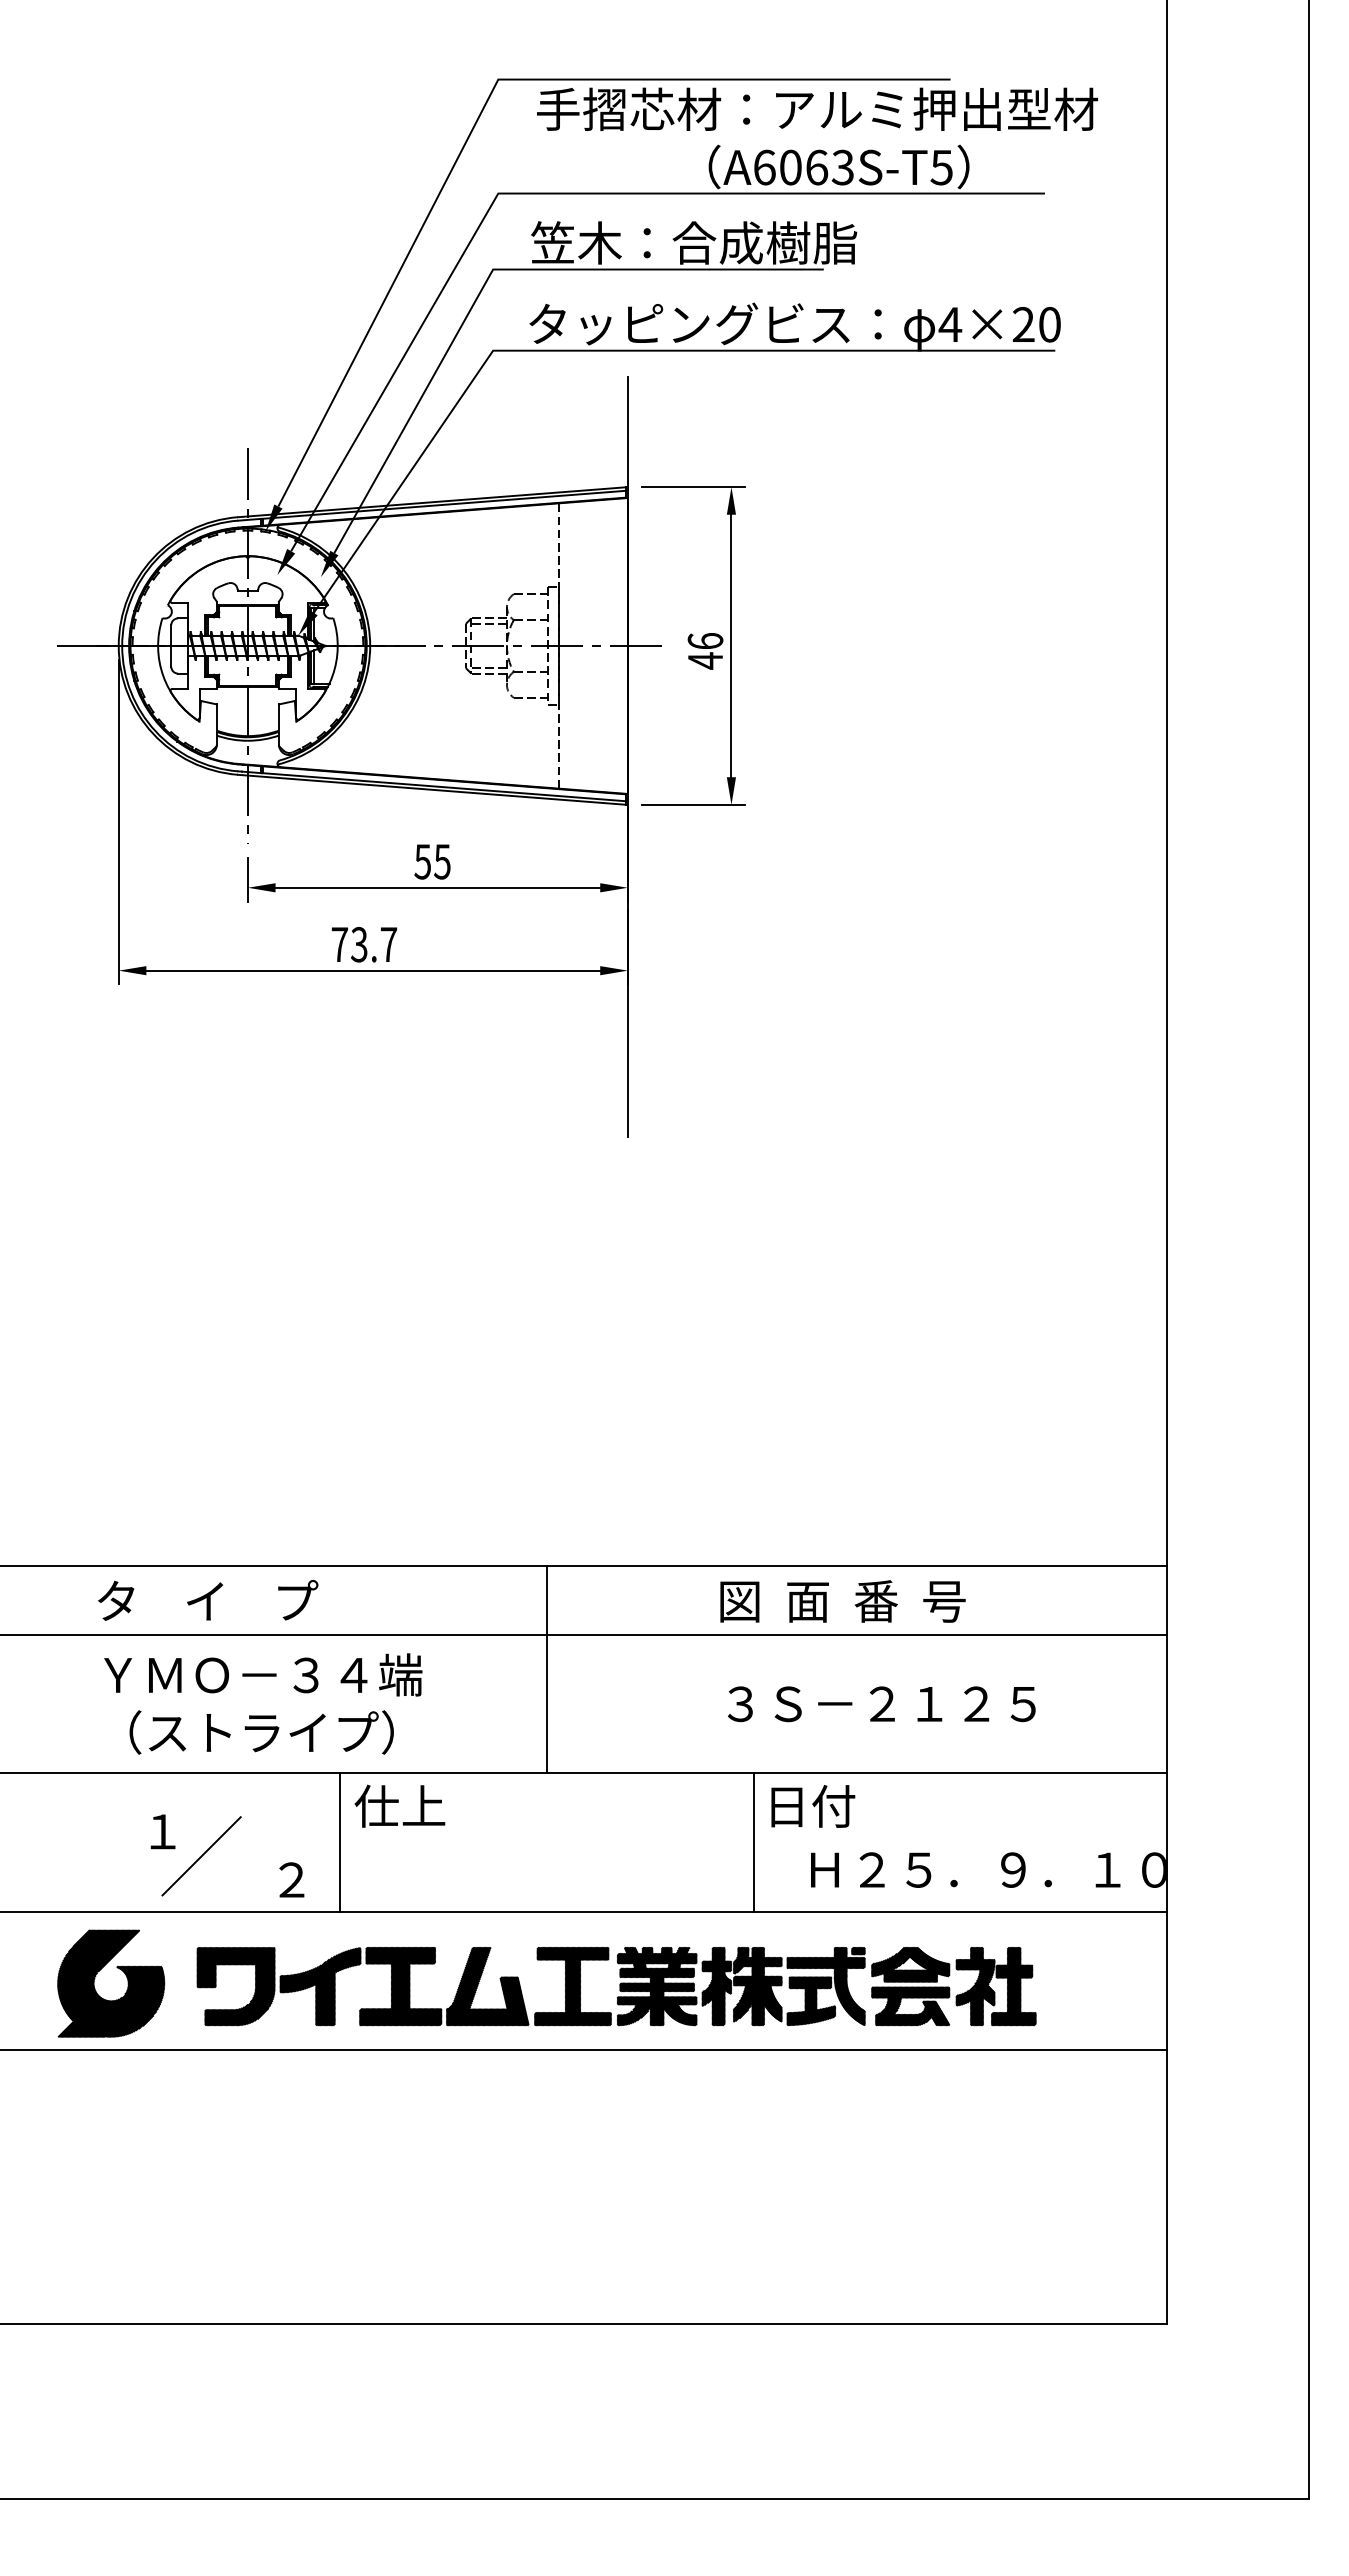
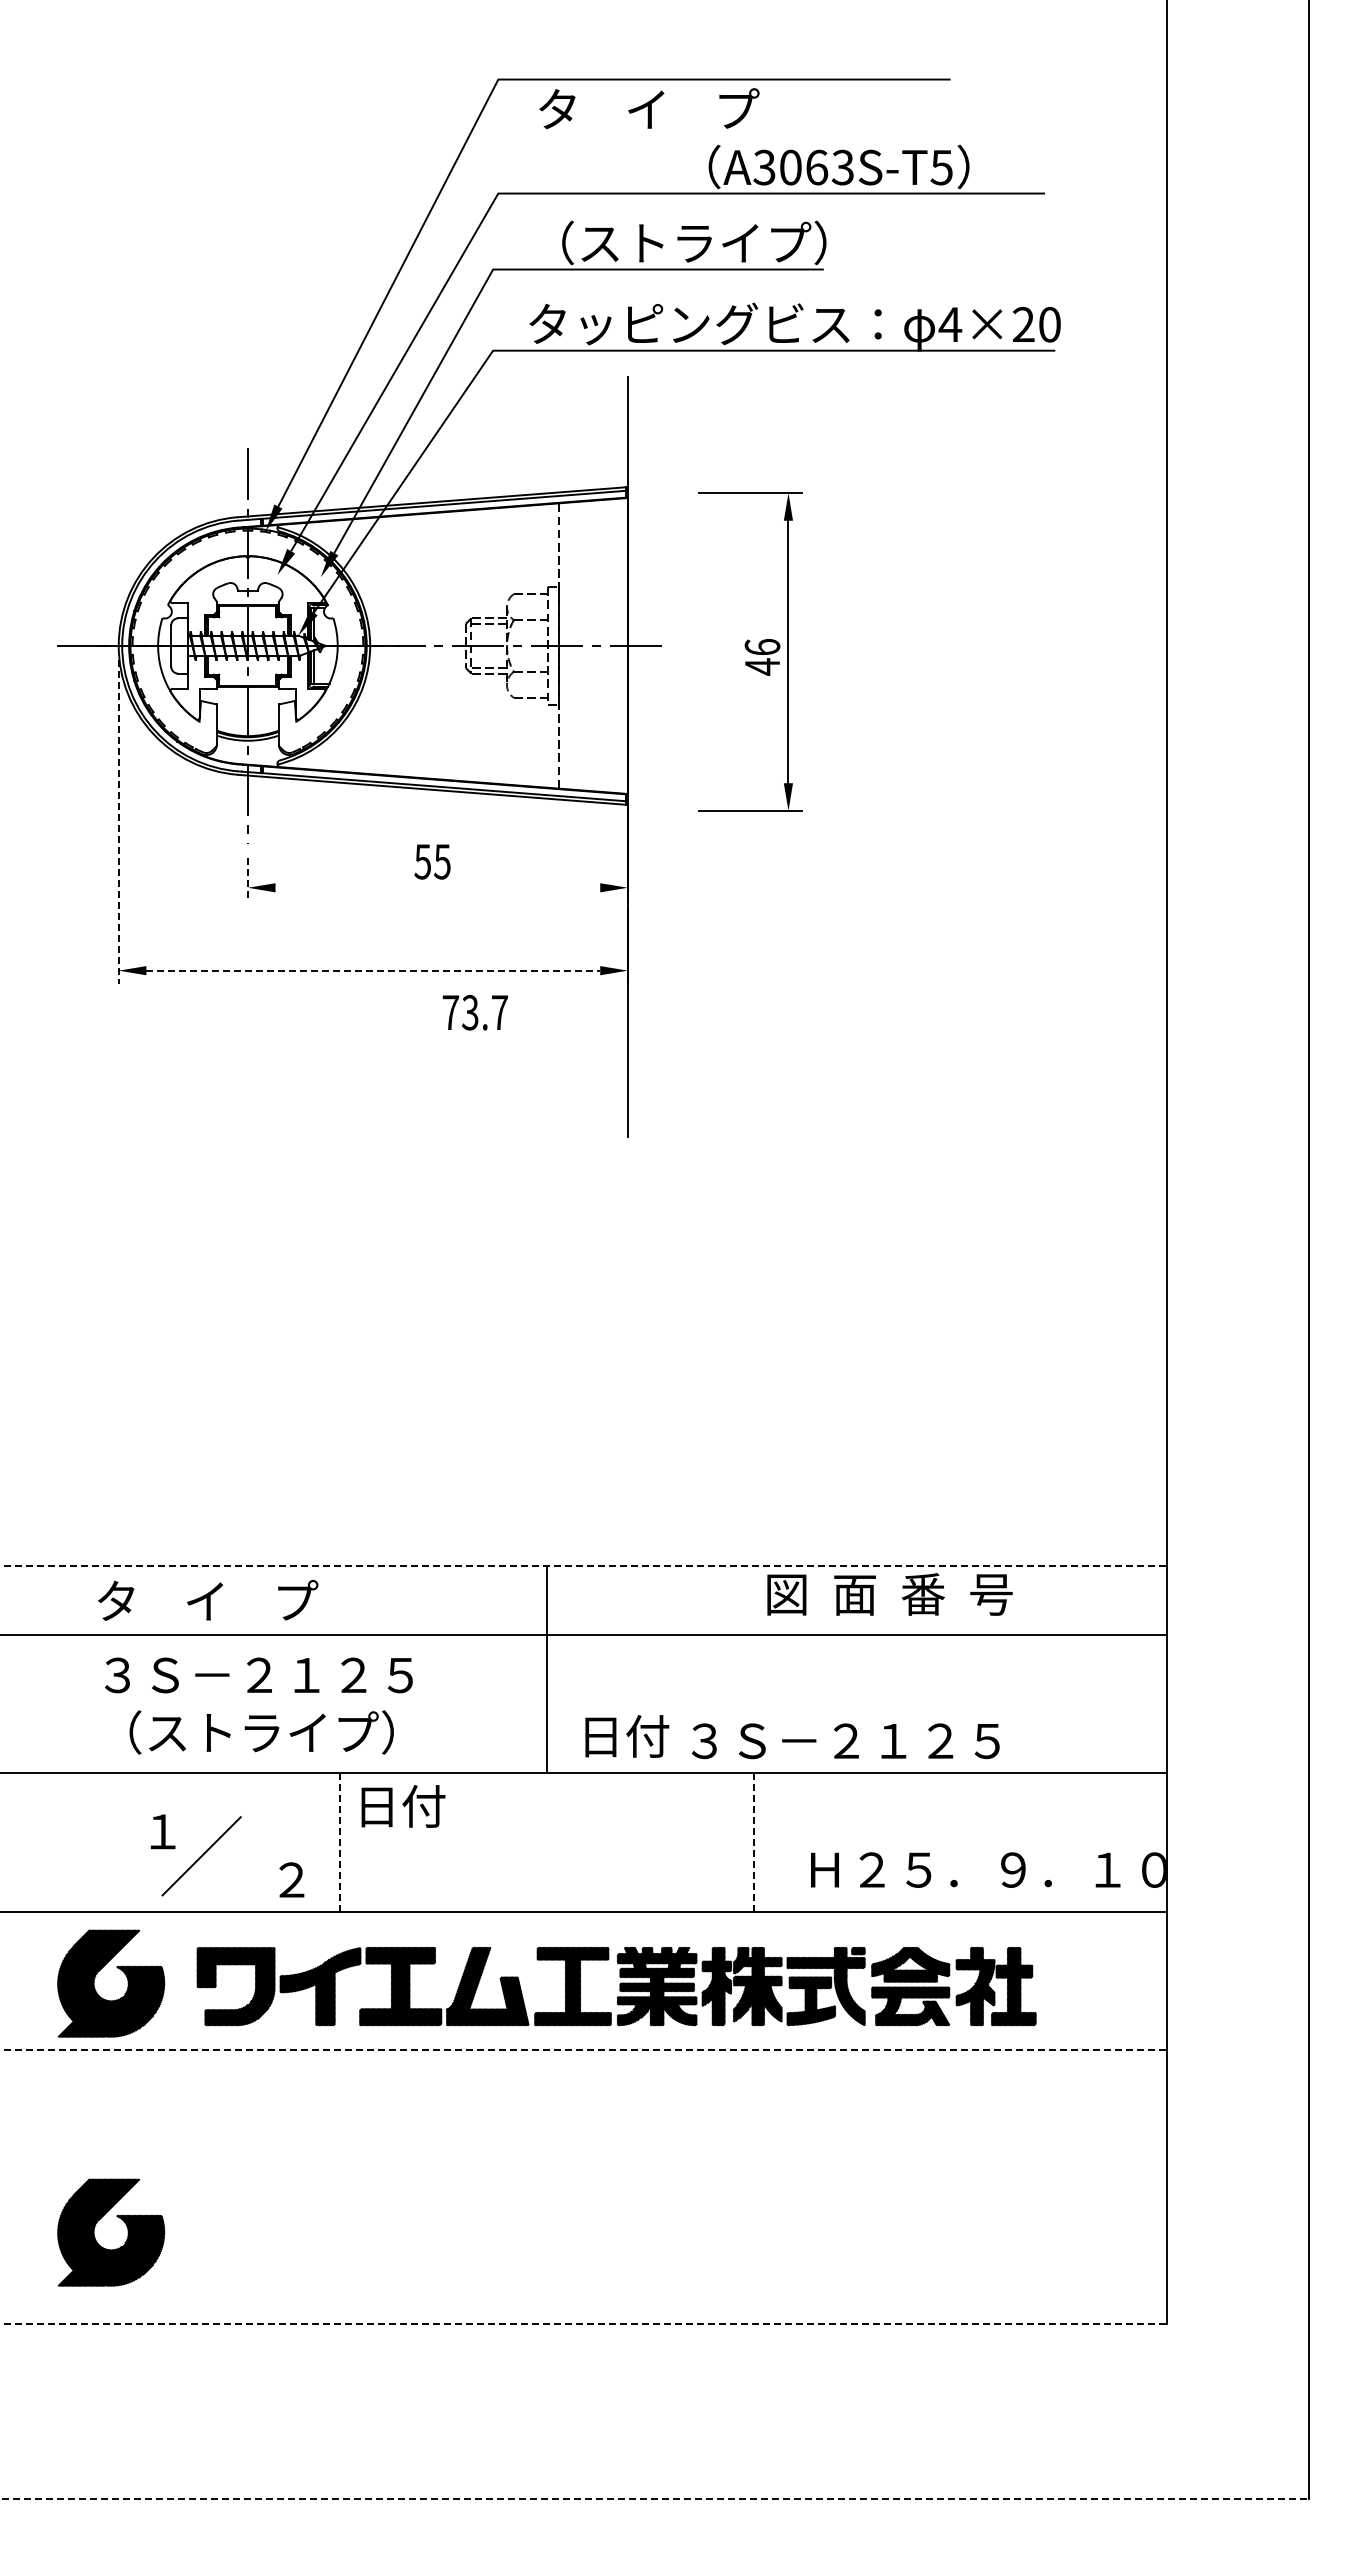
text at (817, 108): 手摺芯材：アルミ押出型材 -> タ    イ    プ
text at (764, 167): A6063S-T5 -> A3063S-T5
text at (694, 242): 笠木：合成樹脂 -> （ストライプ）
part at (693, 645) position: (693, 645) -> (750, 651)
line at (118, 822): solid -> dashed
line at (247, 879): solid -> dashed
line at (437, 887): present -> none
text at (364, 944) position: (364, 944) -> (475, 1012)
line at (373, 970): solid -> dashed
line at (584, 1566): solid -> dashed
text at (842, 1601) position: (842, 1601) -> (889, 1594)
text at (263, 1674): ＹＭＯ－３４端 -> ３Ｓ－２１２５
text at (881, 1704) position: (881, 1704) -> (845, 1741)
text at (399, 1805): 仕上 -> 日付
text at (813, 1806) position: (813, 1806) -> (627, 1736)
line at (339, 1842): solid -> dashed
line at (754, 1842): solid -> dashed
line at (584, 2049): solid -> dashed
part at (127, 2232): none -> present
line at (584, 2324): solid -> dashed
line at (654, 2498): solid -> dashed
